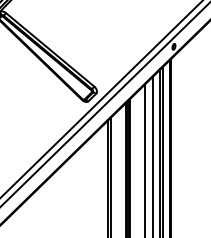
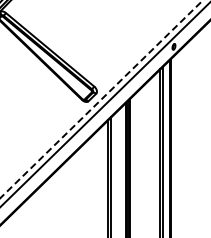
line at (102, 98): solid -> dashed
line at (152, 155): present -> none
line at (145, 159): present -> none
